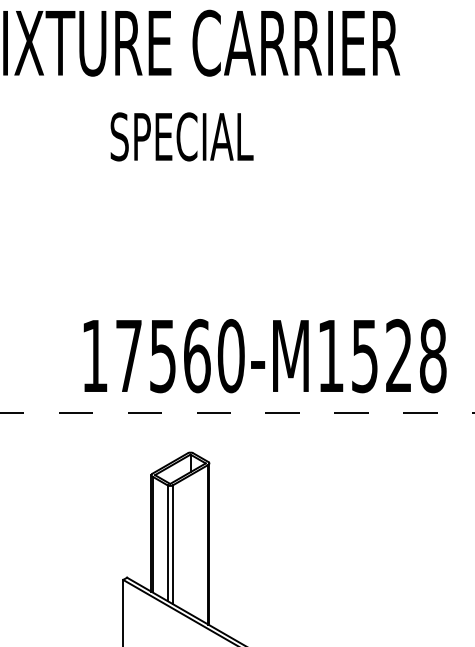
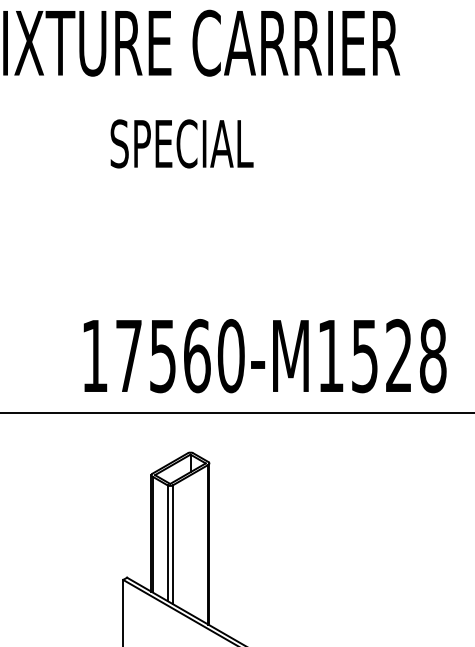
text at (181, 136) position: (181, 136) -> (181, 143)
line at (237, 413): dashed -> solid
